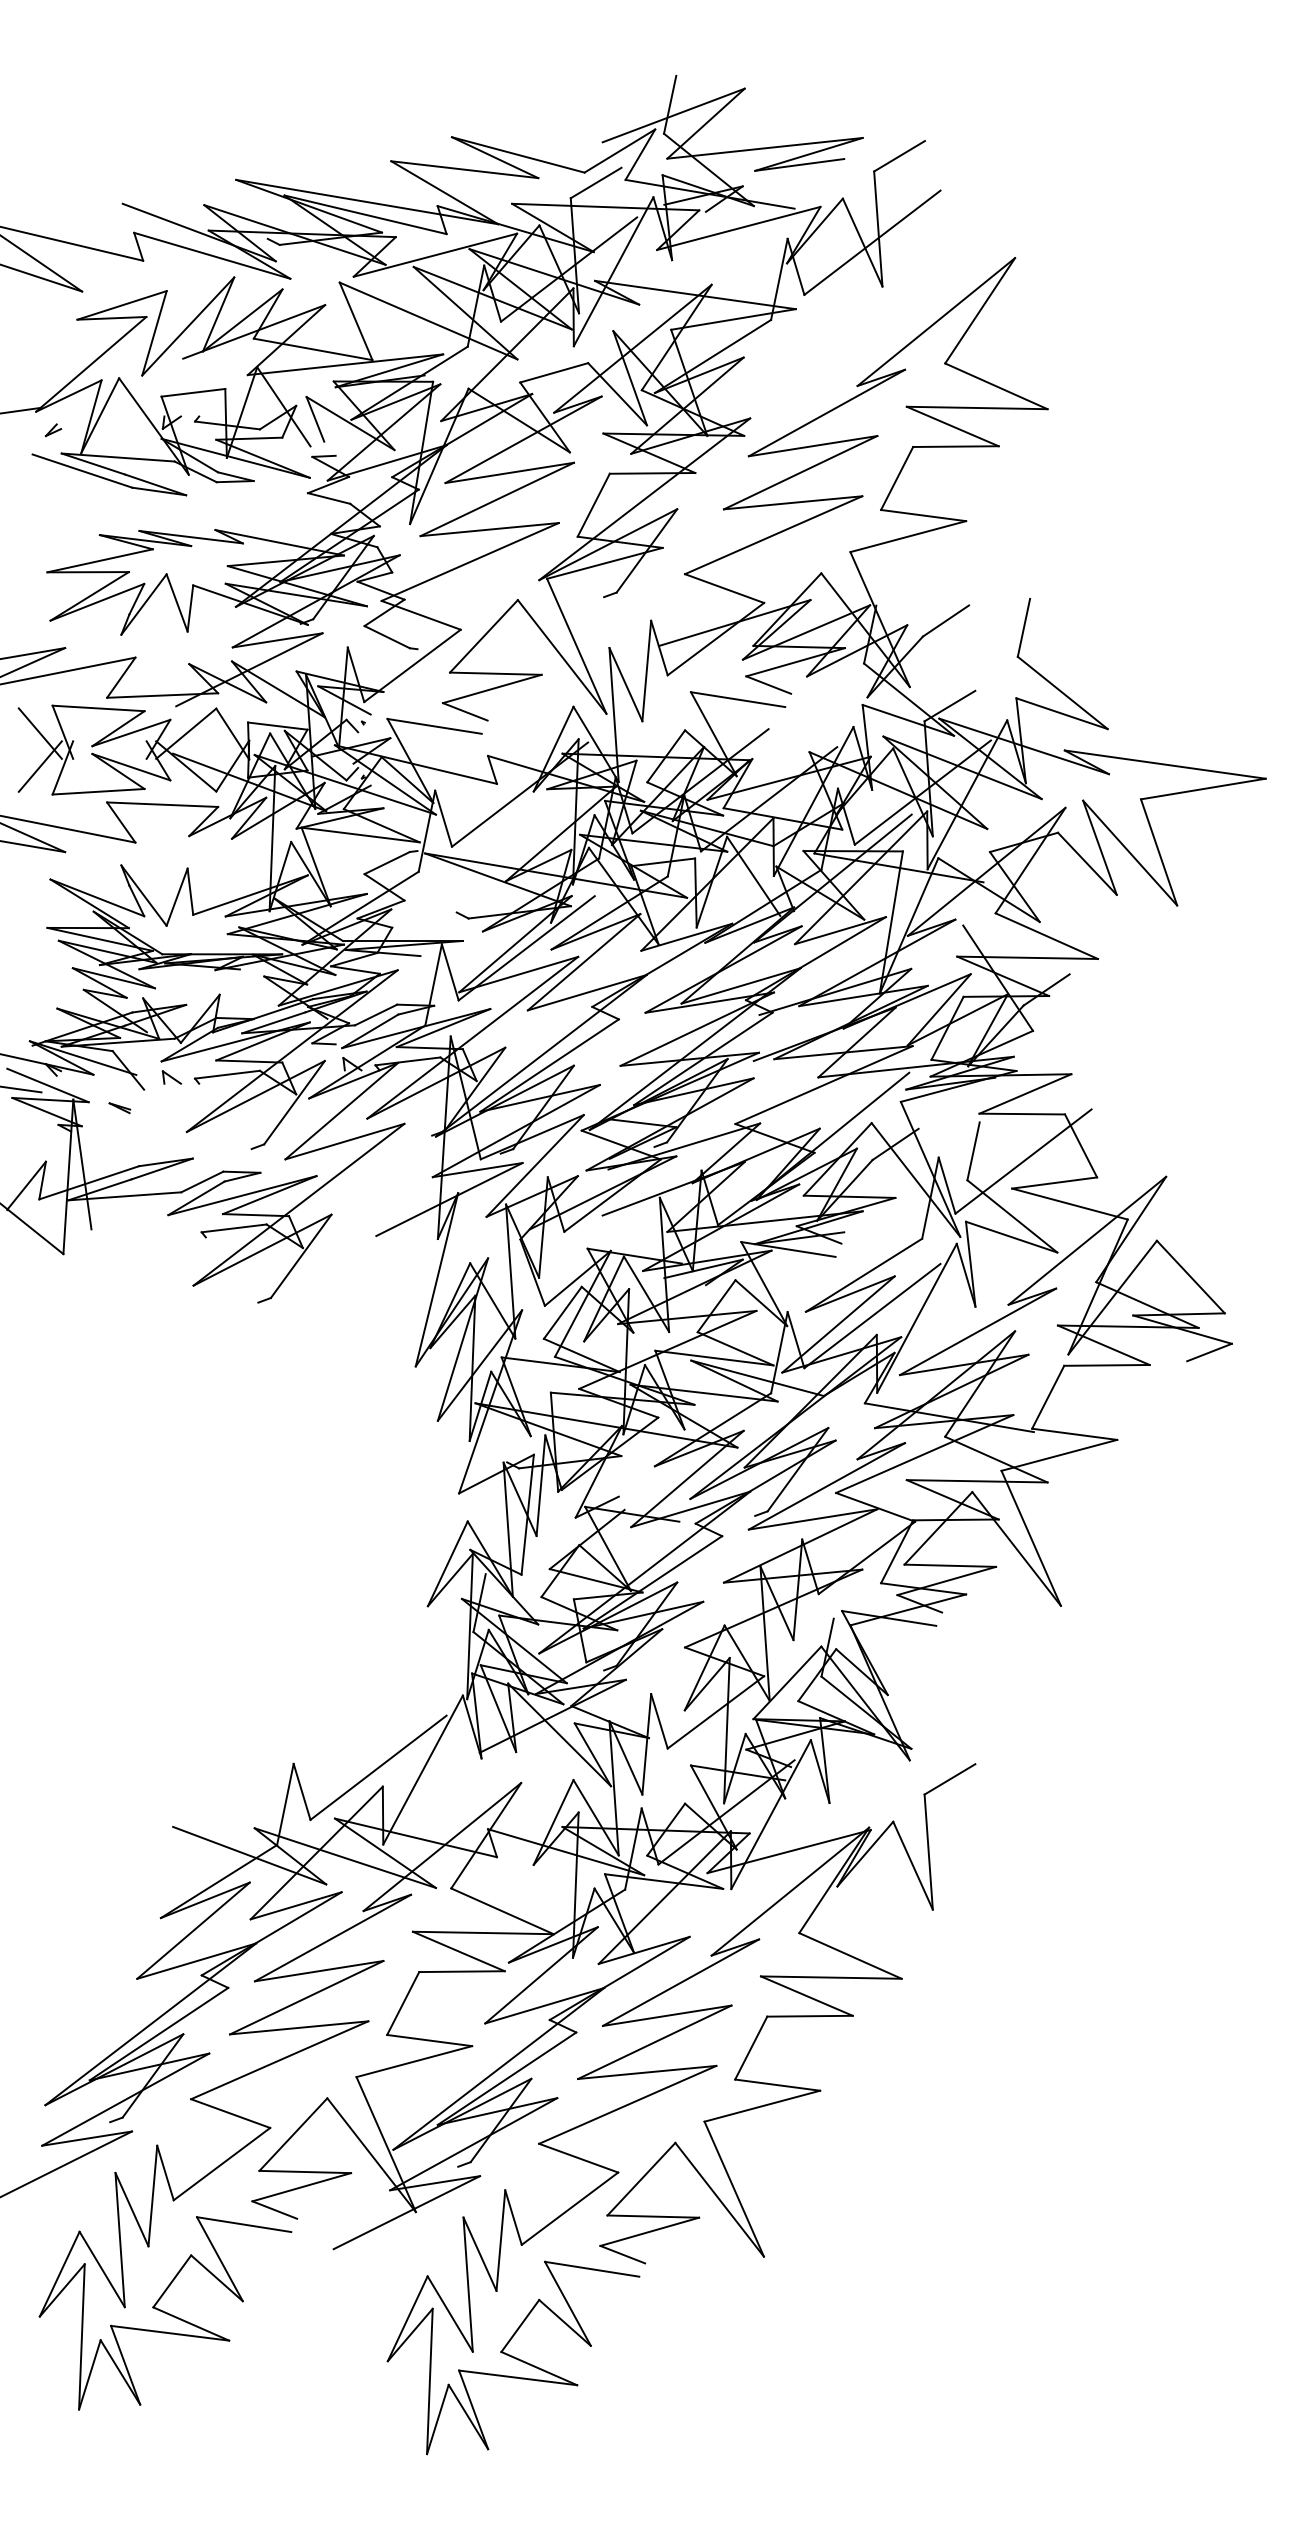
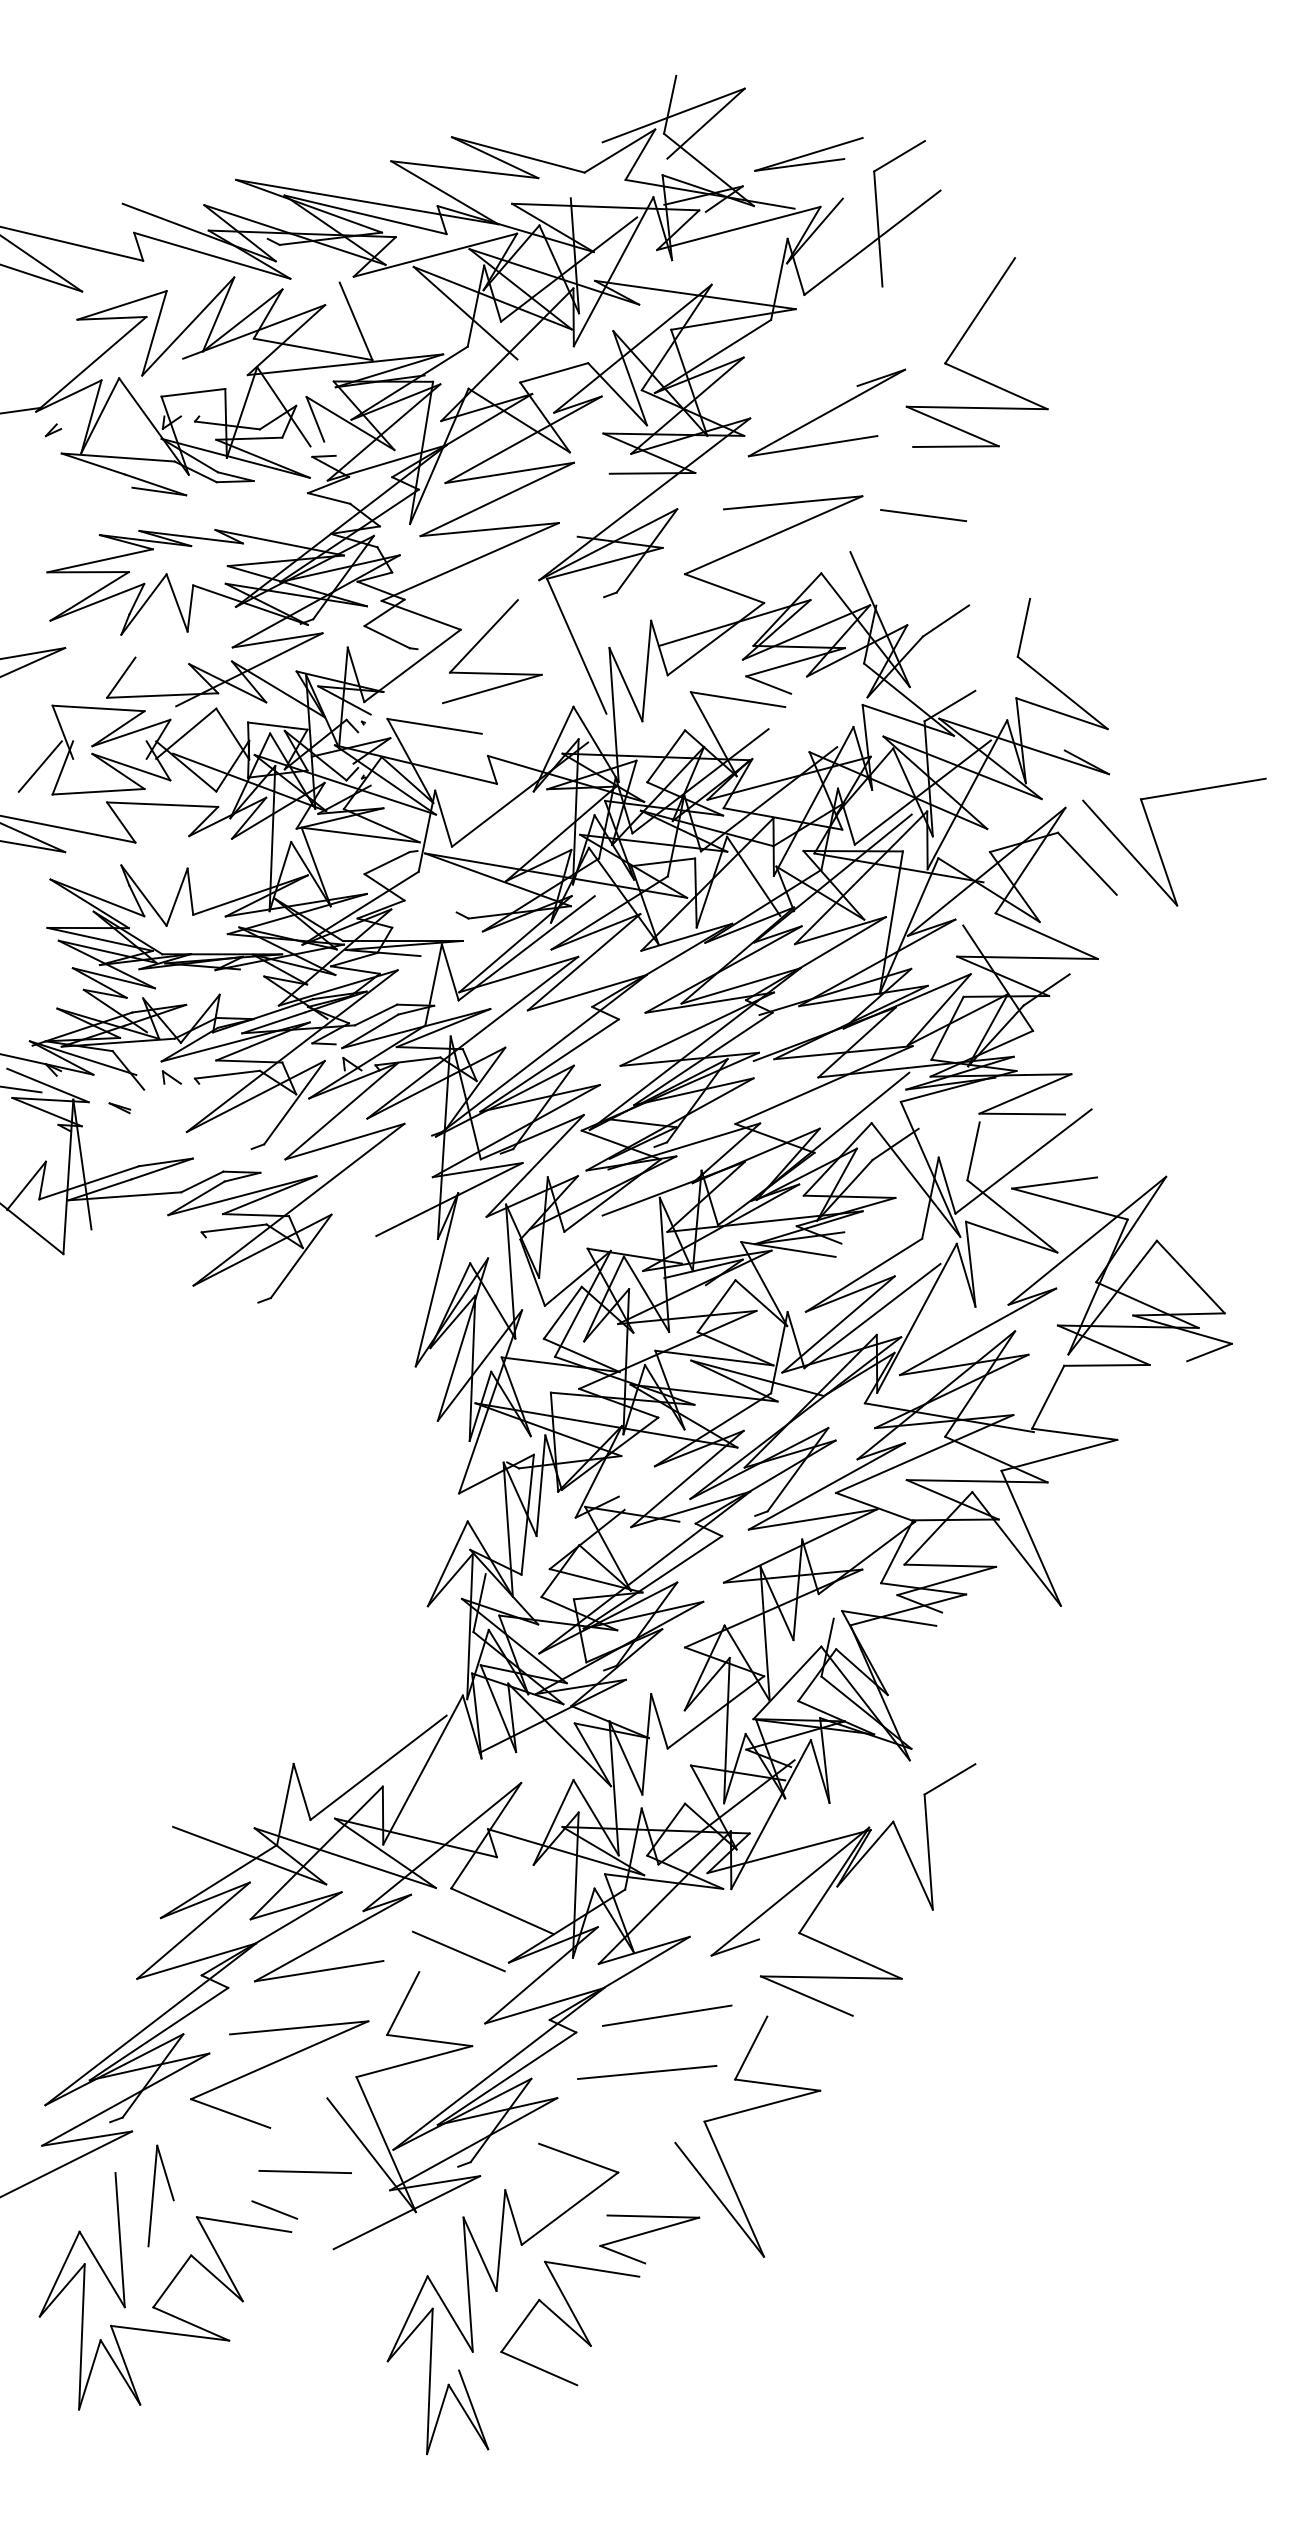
line at (764, 147): present -> none
line at (595, 182): present -> none
line at (862, 242): present -> none
line at (428, 320): present -> none
line at (936, 321): present -> none
line at (82, 470): present -> none
line at (800, 472): present -> none
line at (897, 478): present -> none
line at (593, 504): present -> none
line at (908, 536): present -> none
line at (561, 656): present -> none
line at (68, 670): present -> none
line at (464, 711): present -> none
line at (39, 733): present -> none
line at (1164, 764): present -> none
line at (1099, 847): present -> none
line at (1081, 1145): present -> none
line at (482, 1932): present -> none
line at (461, 1971): present -> none
line at (681, 1982): present -> none
line at (306, 1997): present -> none
line at (809, 2015): present -> none
line at (654, 2041): present -> none
line at (627, 2104): present -> none
line at (293, 2134): present -> none
line at (221, 2163): present -> none
line at (641, 2178): present -> none
line at (301, 2187): present -> none
line at (131, 2209): present -> none
line at (518, 2377): present -> none
